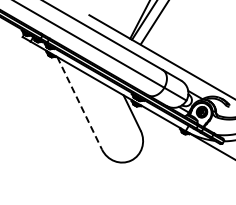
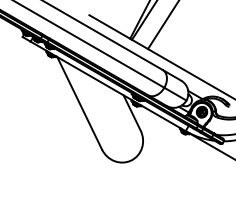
line at (154, 23) position: (154, 23) -> (162, 25)
line at (79, 103): dashed -> solid
